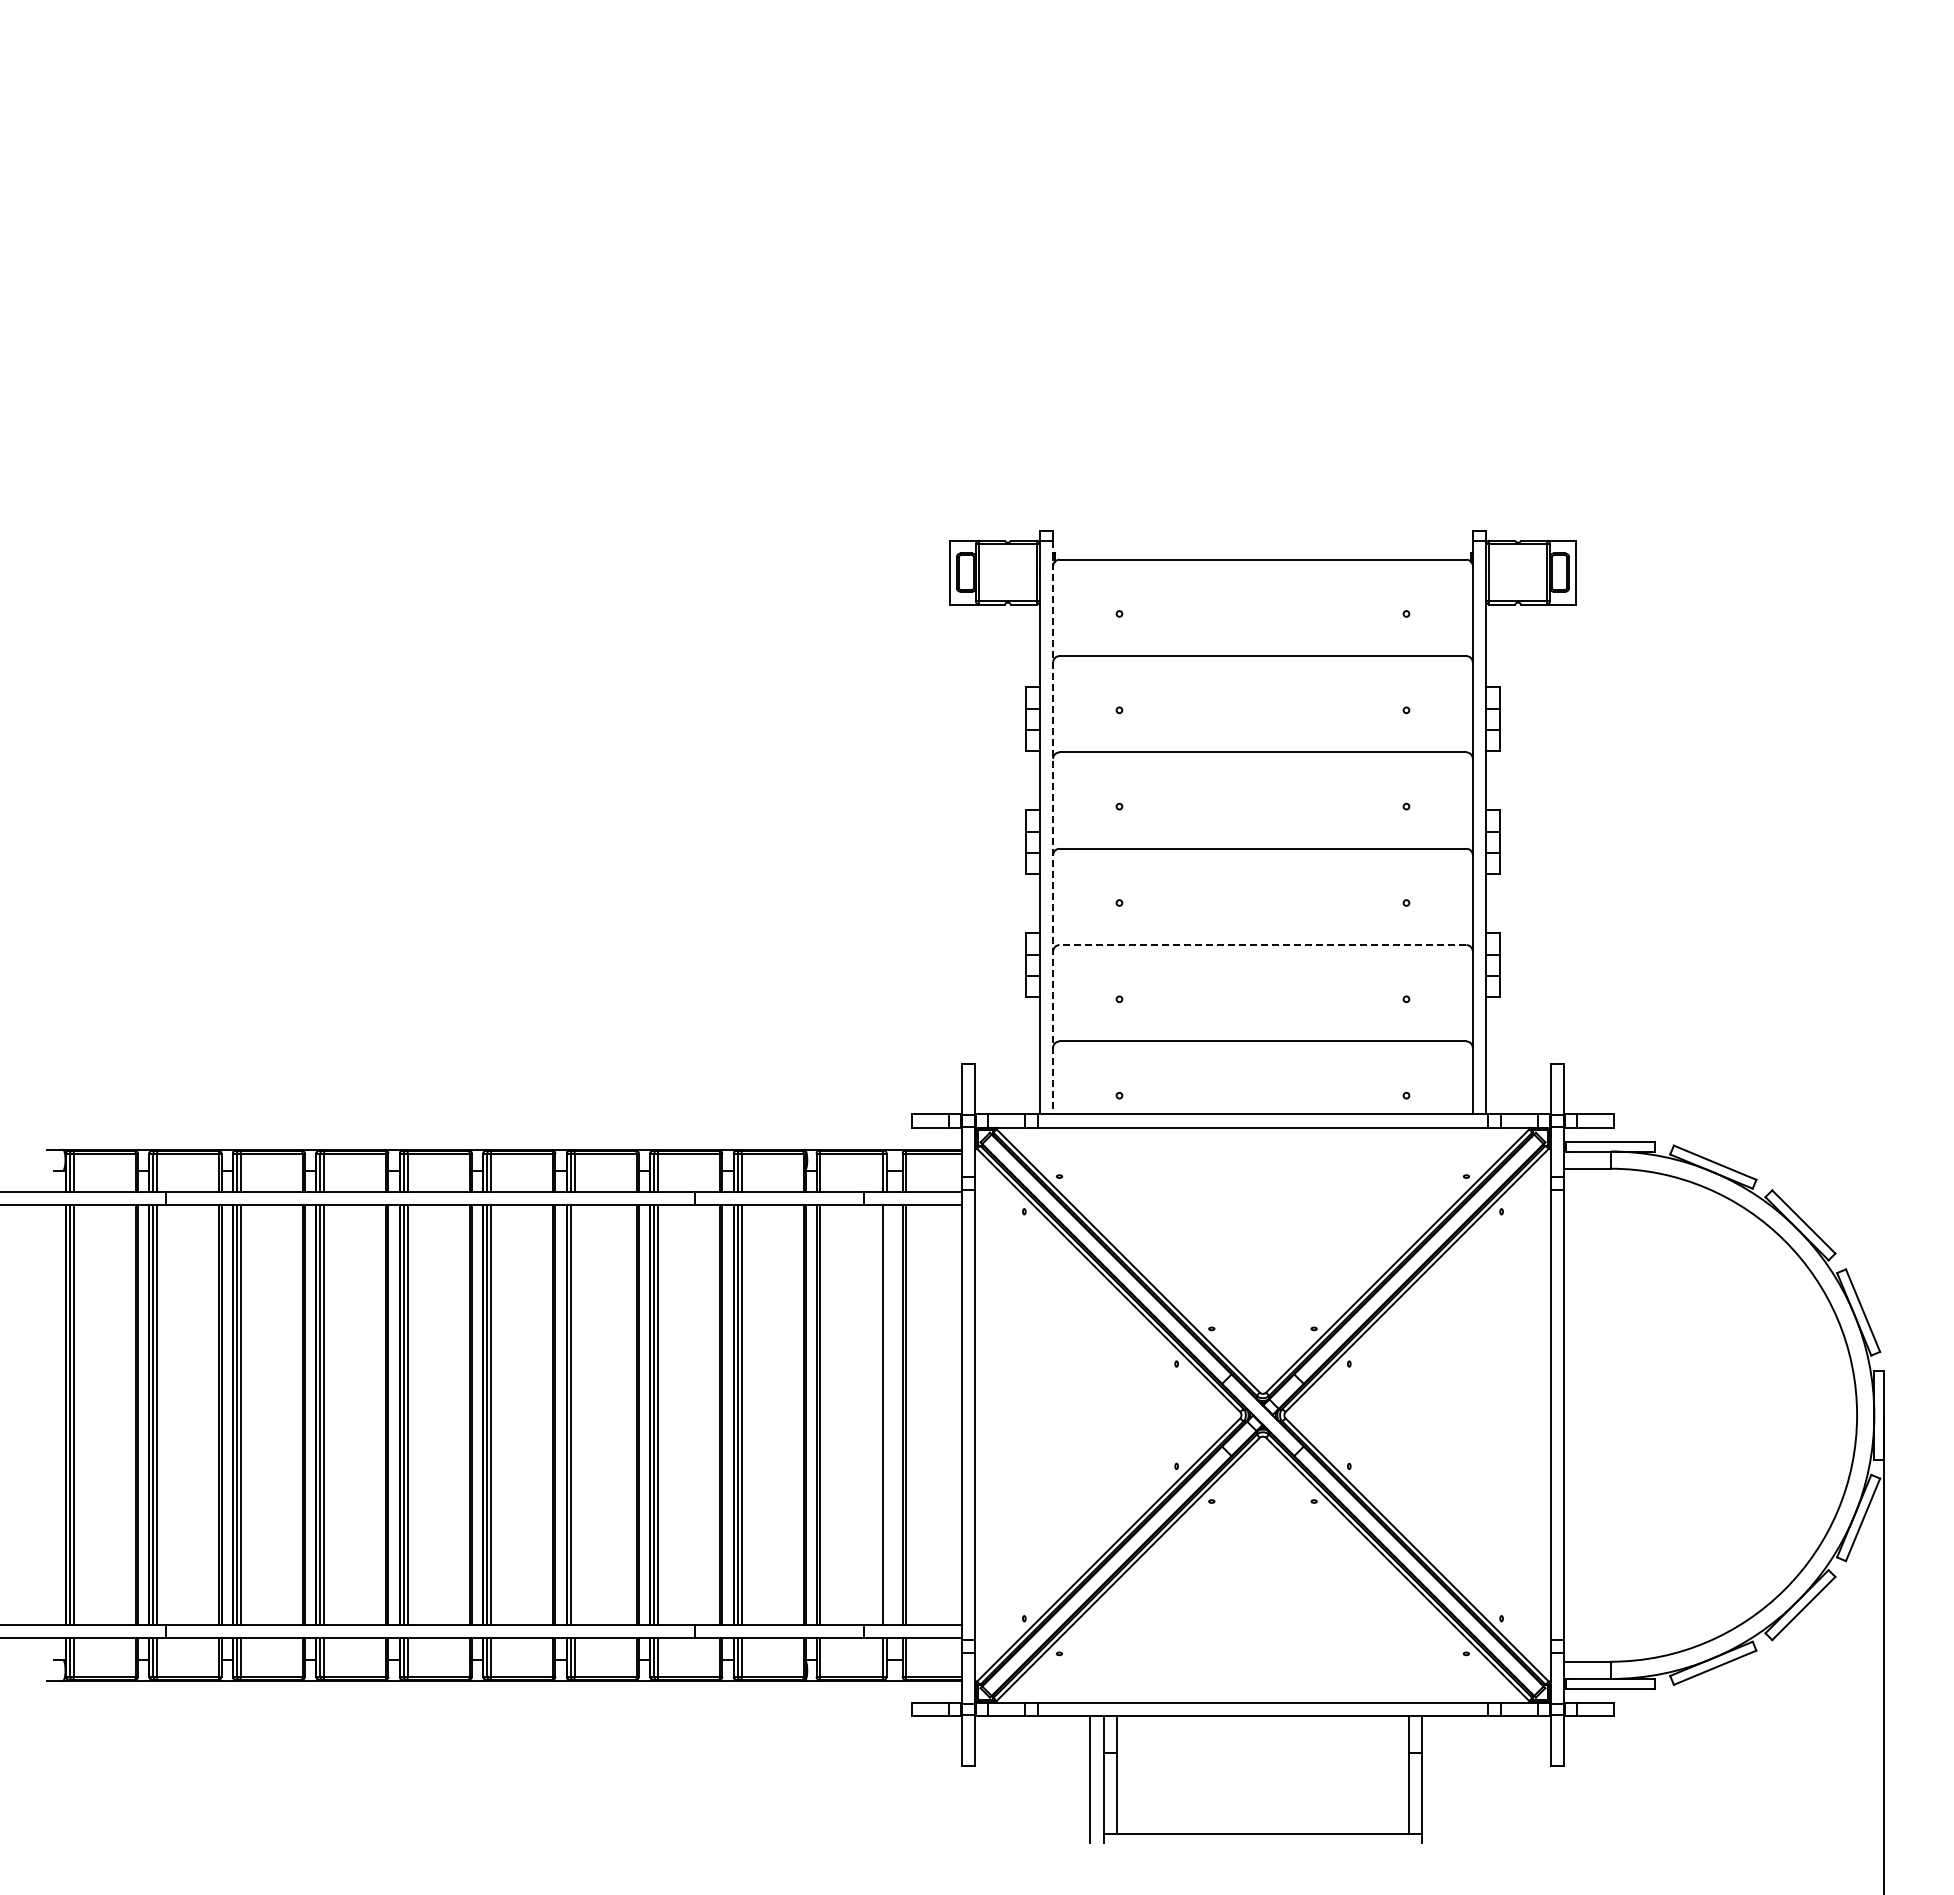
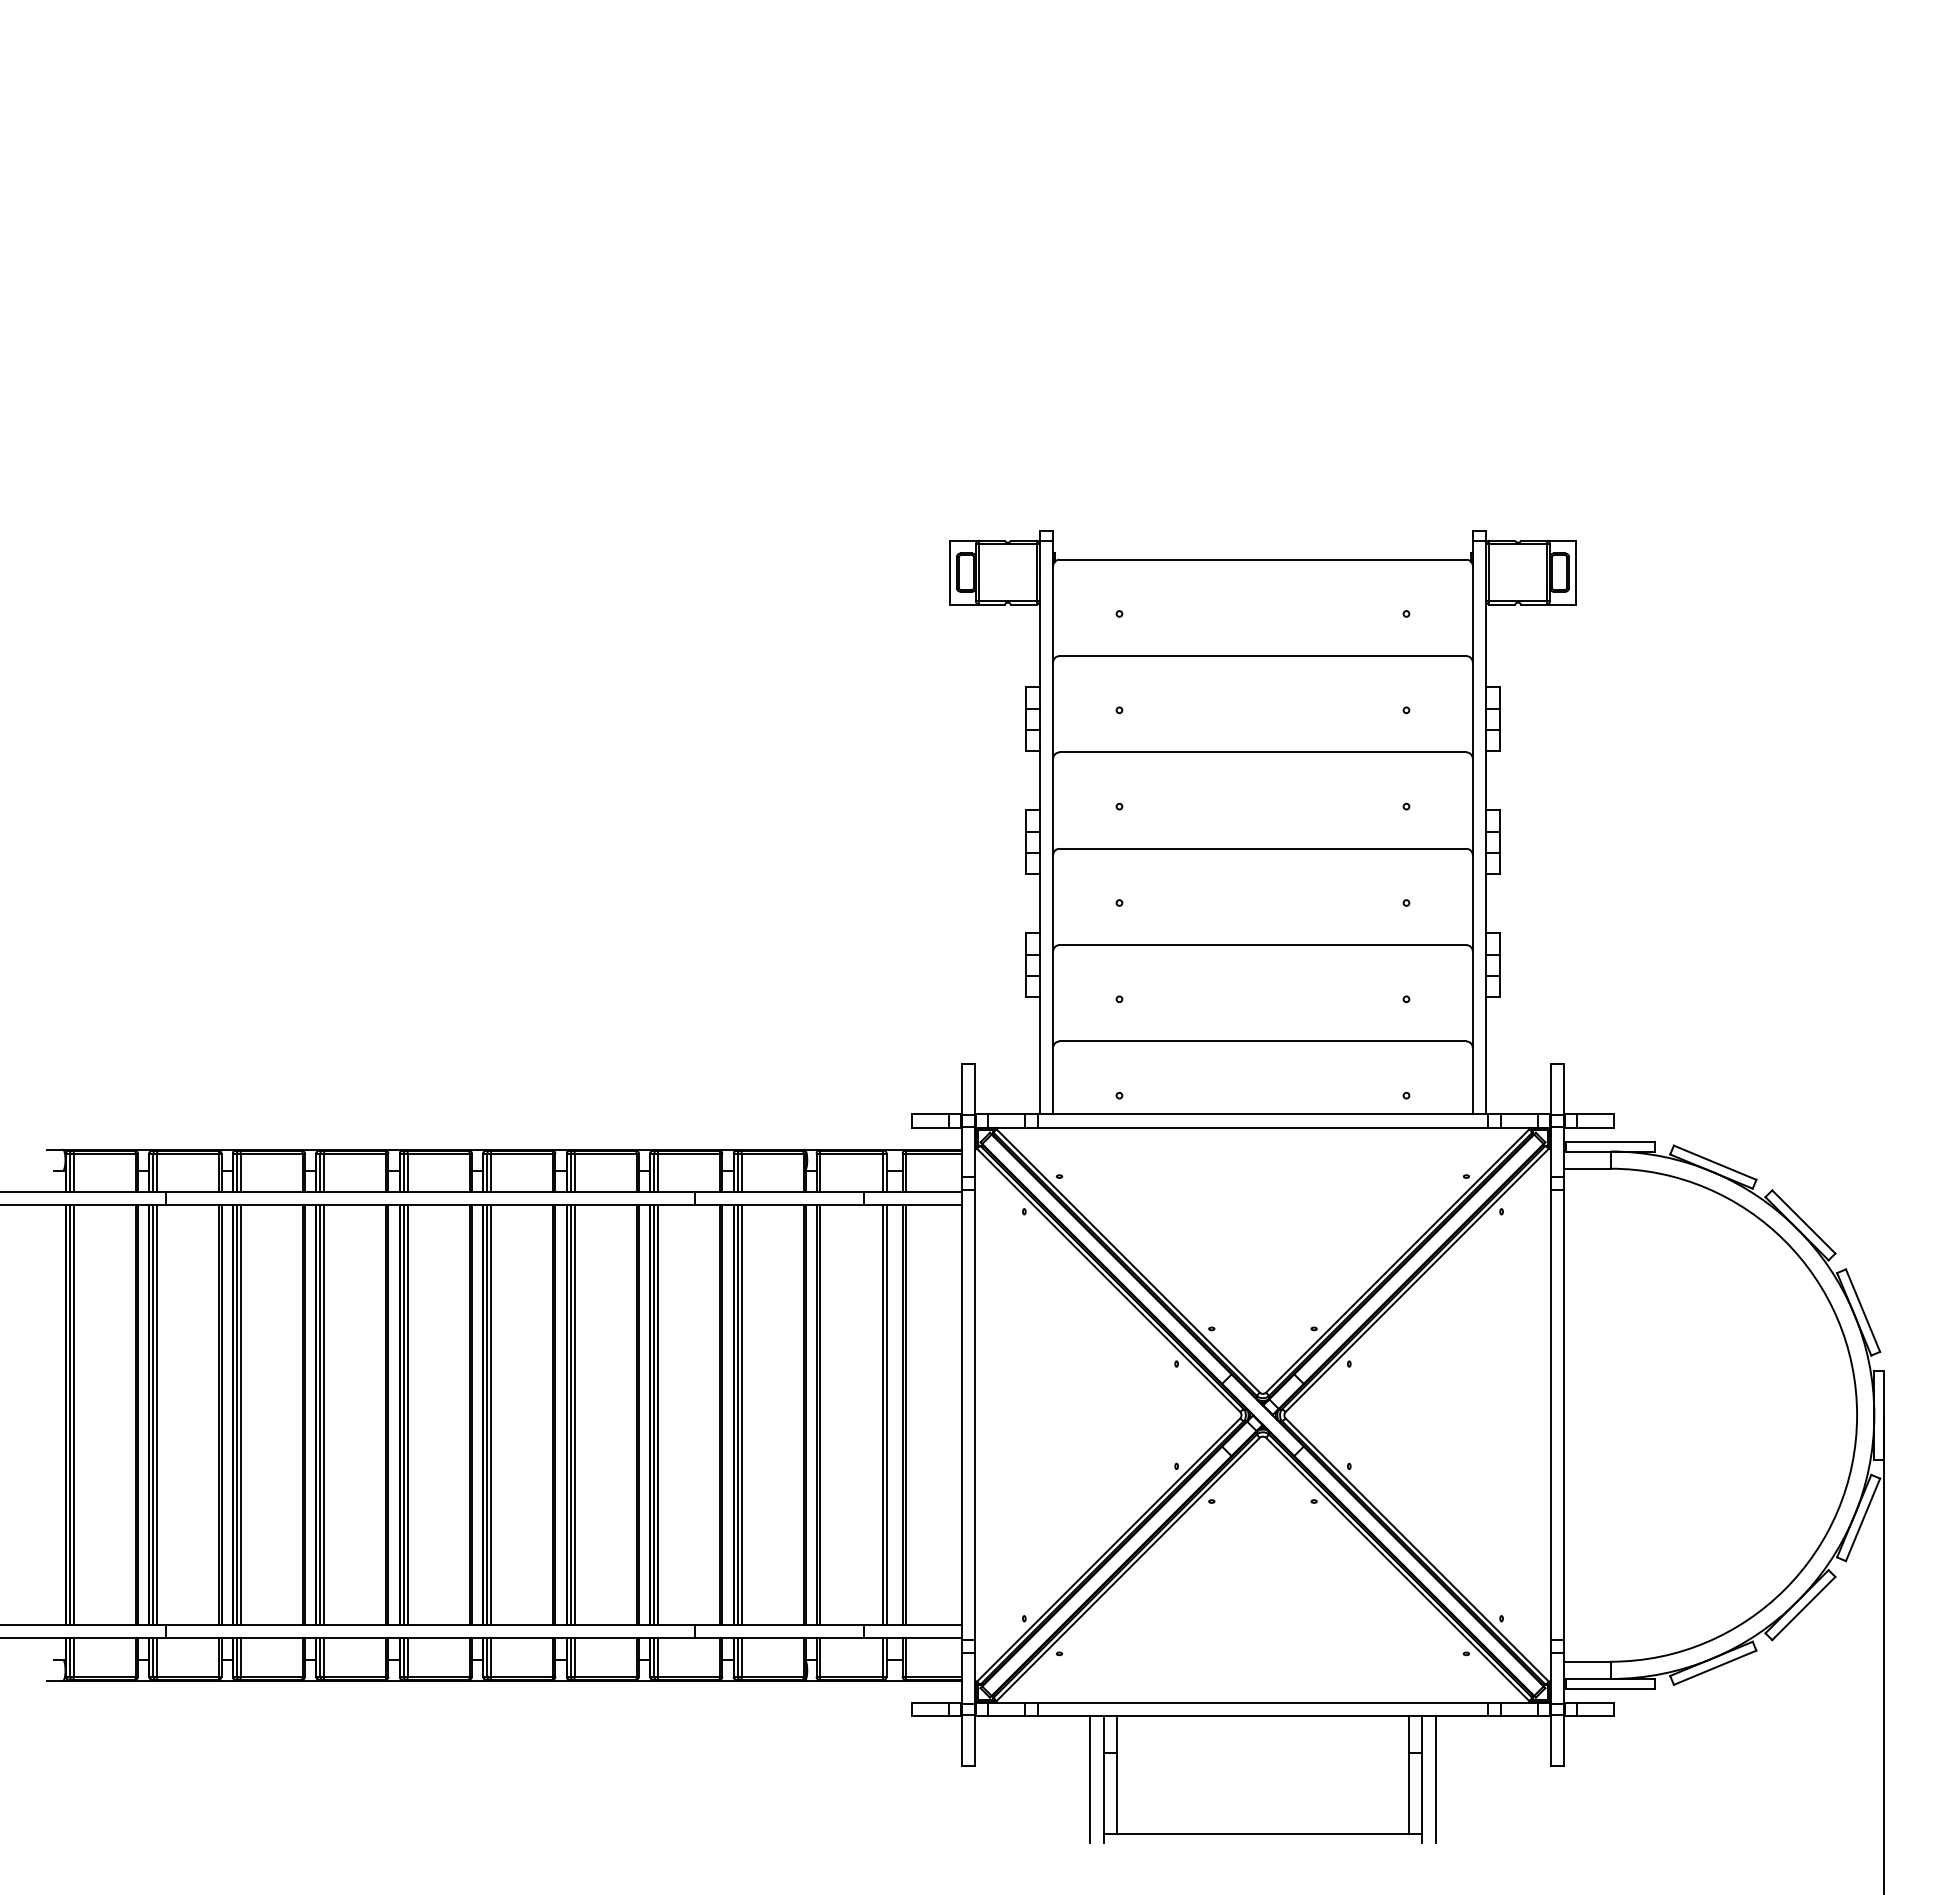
line at (1053, 827): dashed -> solid
line at (1262, 945): dashed -> solid
line at (574, 1415): none -> present
line at (886, 1415): none -> present
line at (1435, 1779): none -> present
